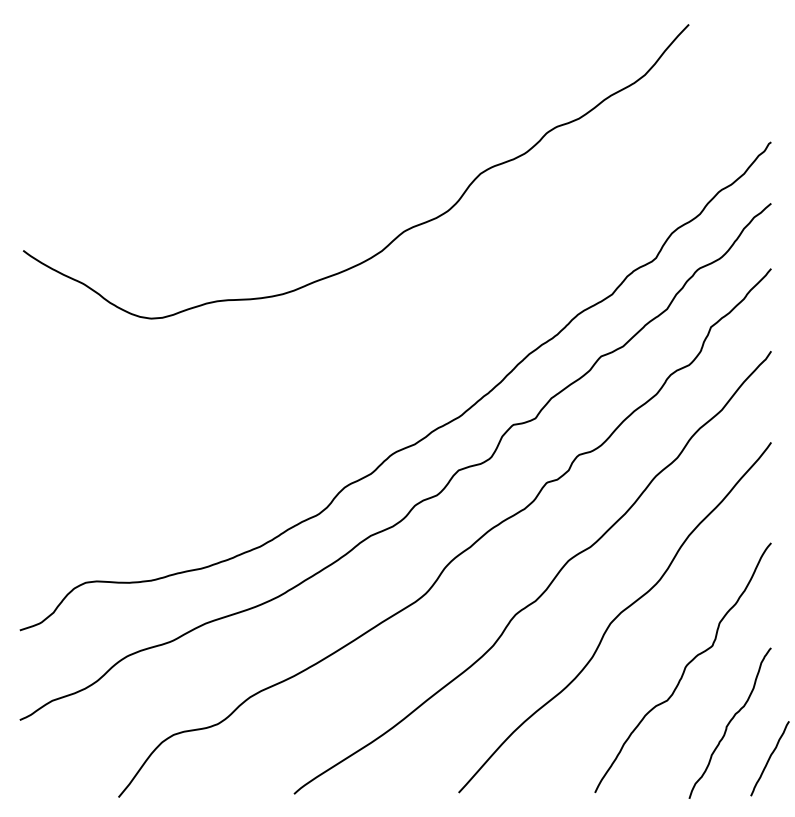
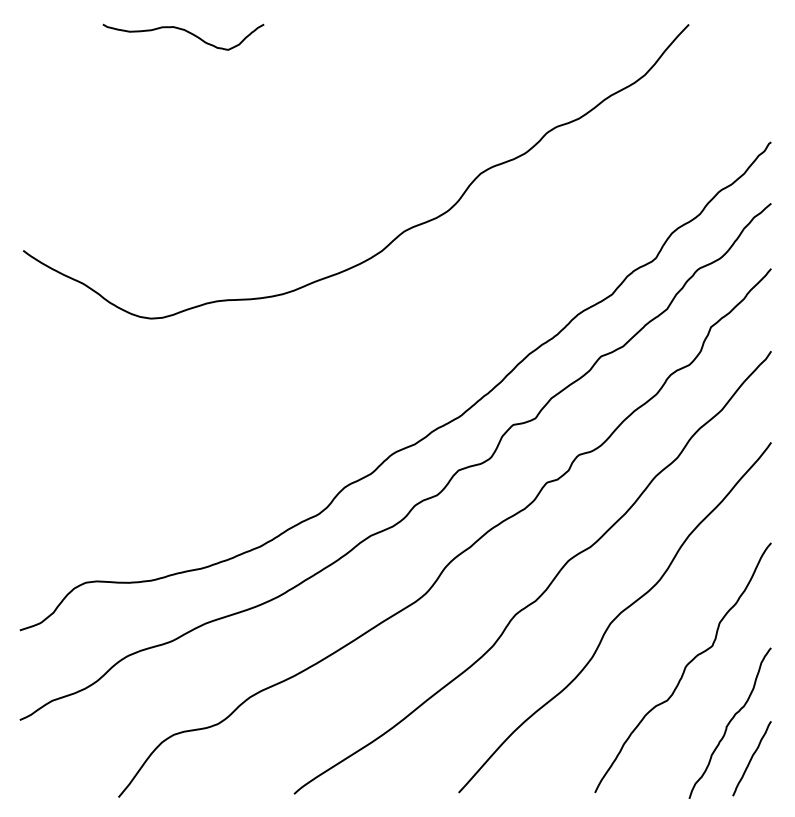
curve at (186, 32): none -> present
curve at (769, 758) position: (769, 758) -> (751, 758)
